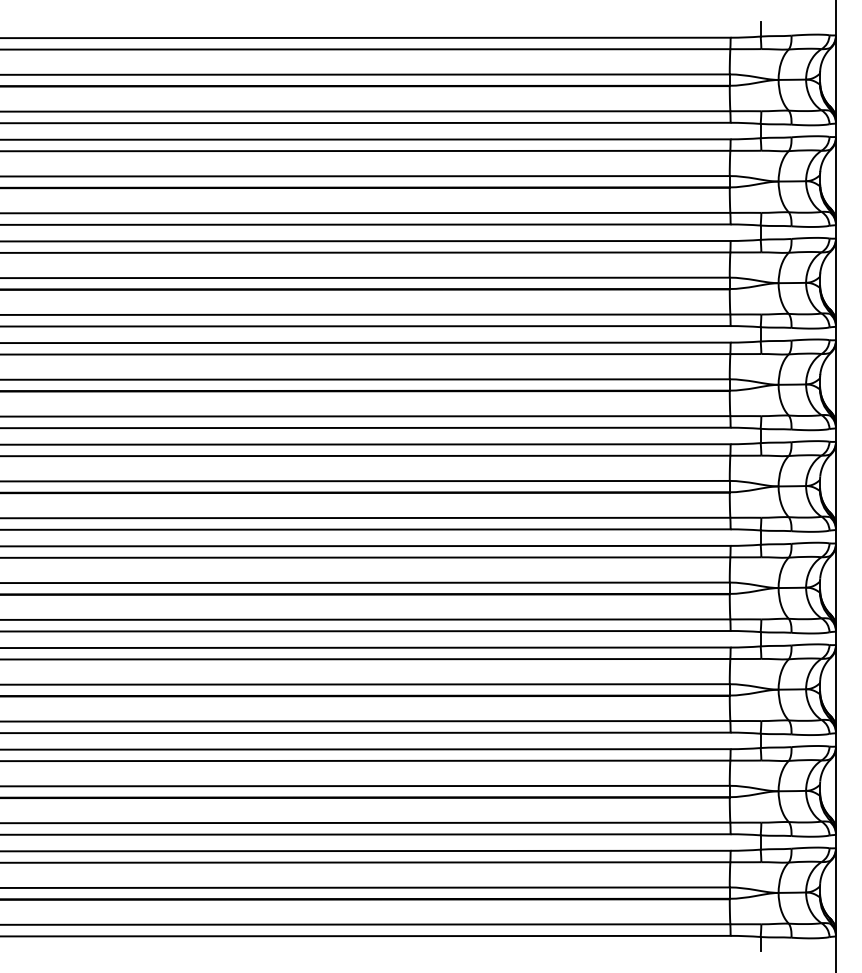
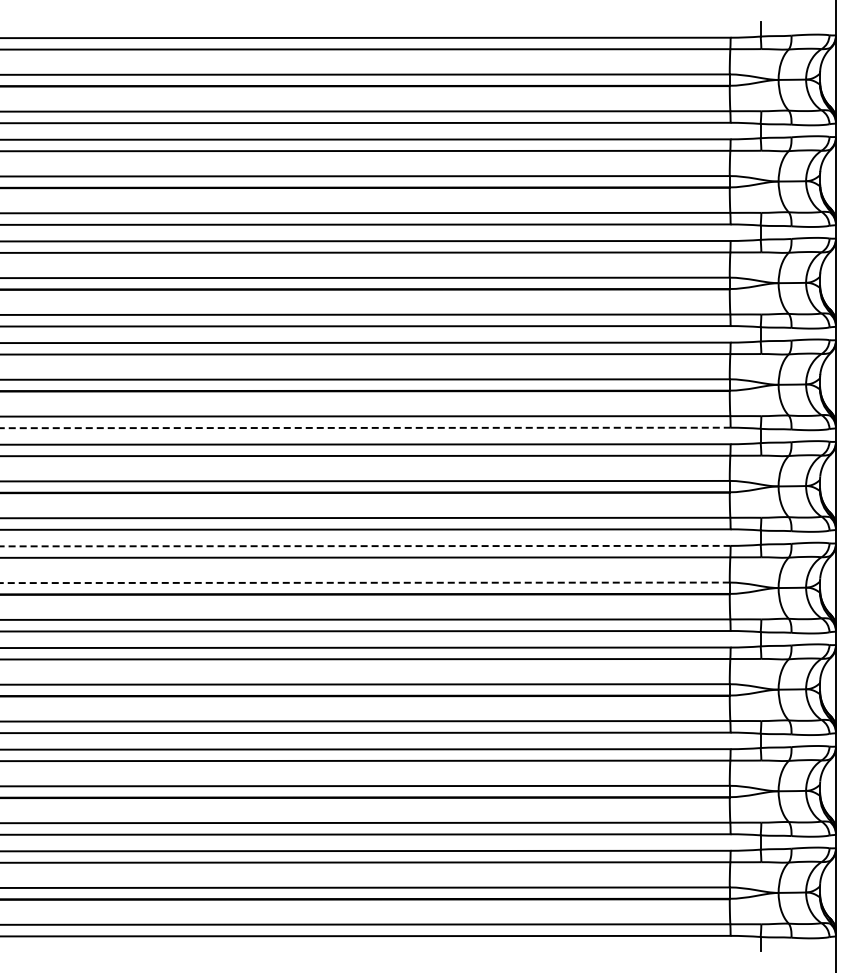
line at (365, 427): solid -> dashed
line at (365, 546): solid -> dashed
line at (364, 582): solid -> dashed
